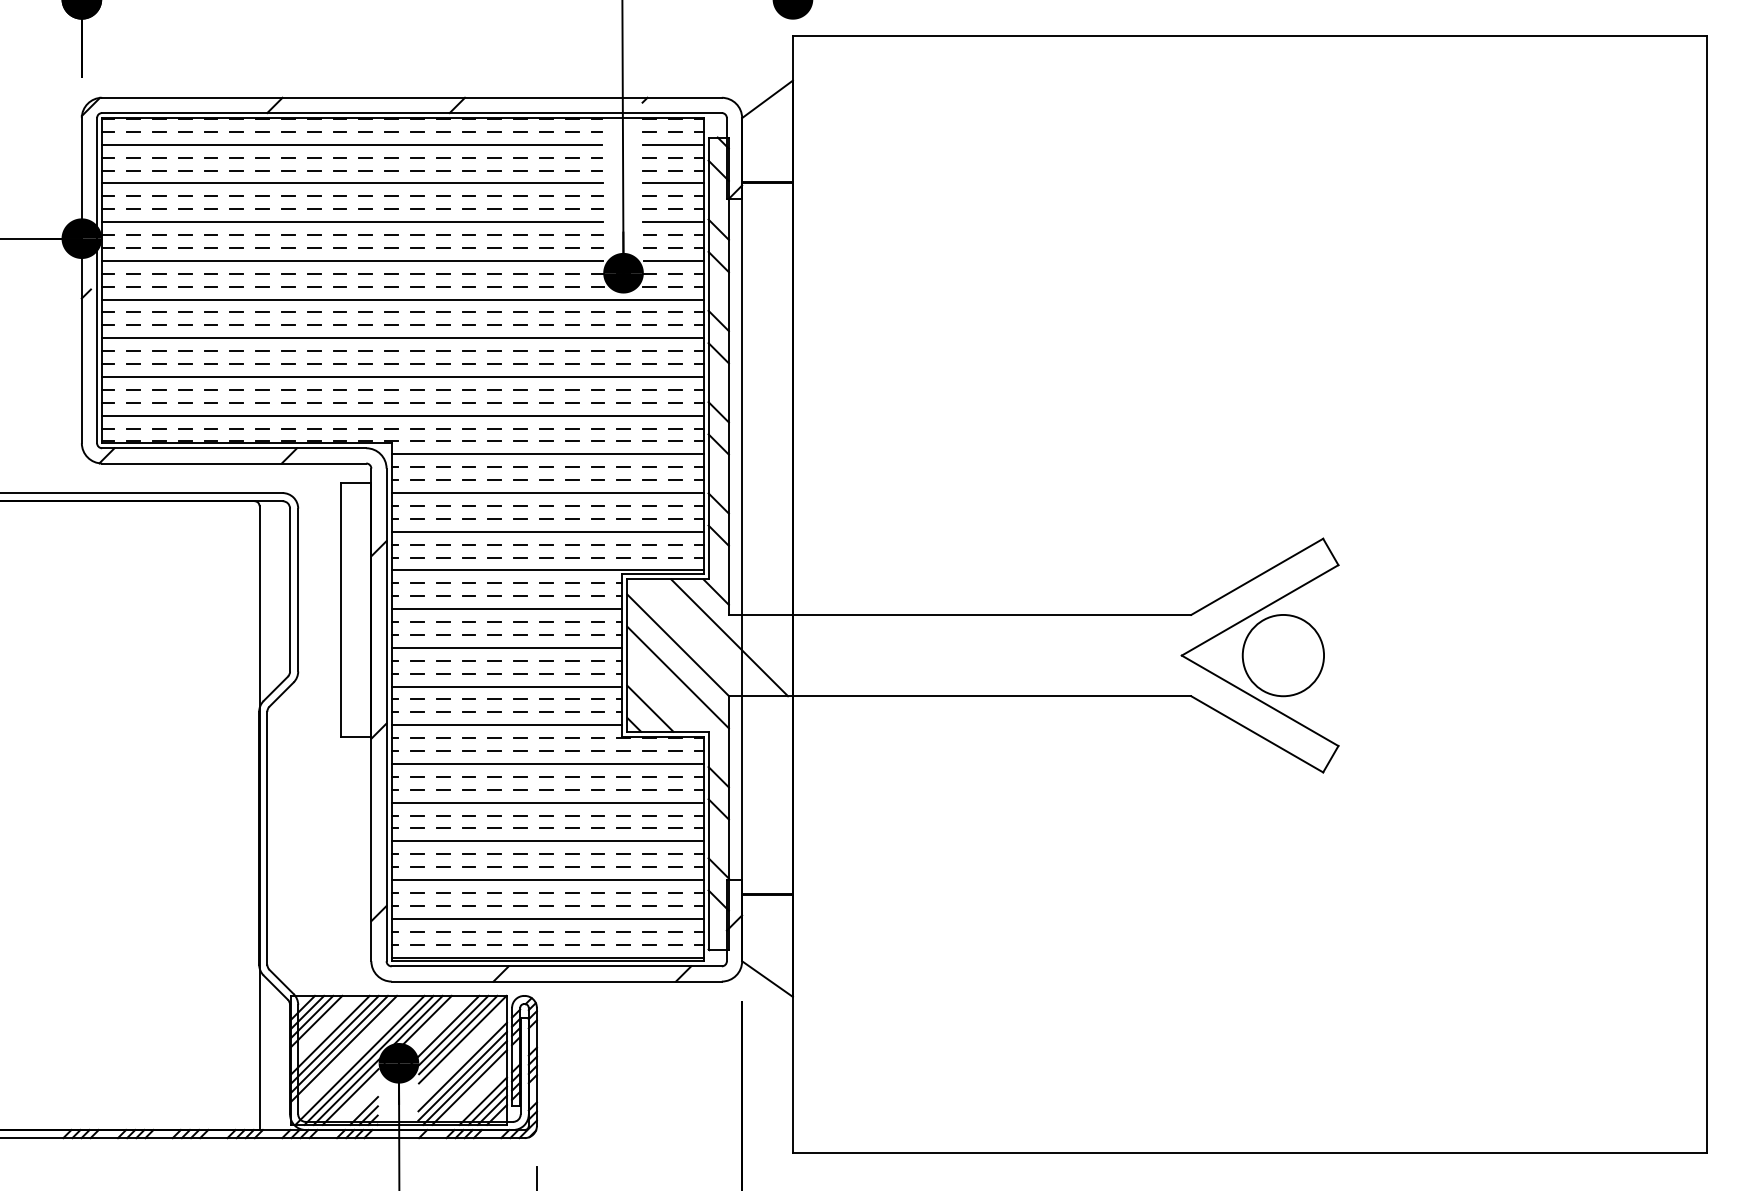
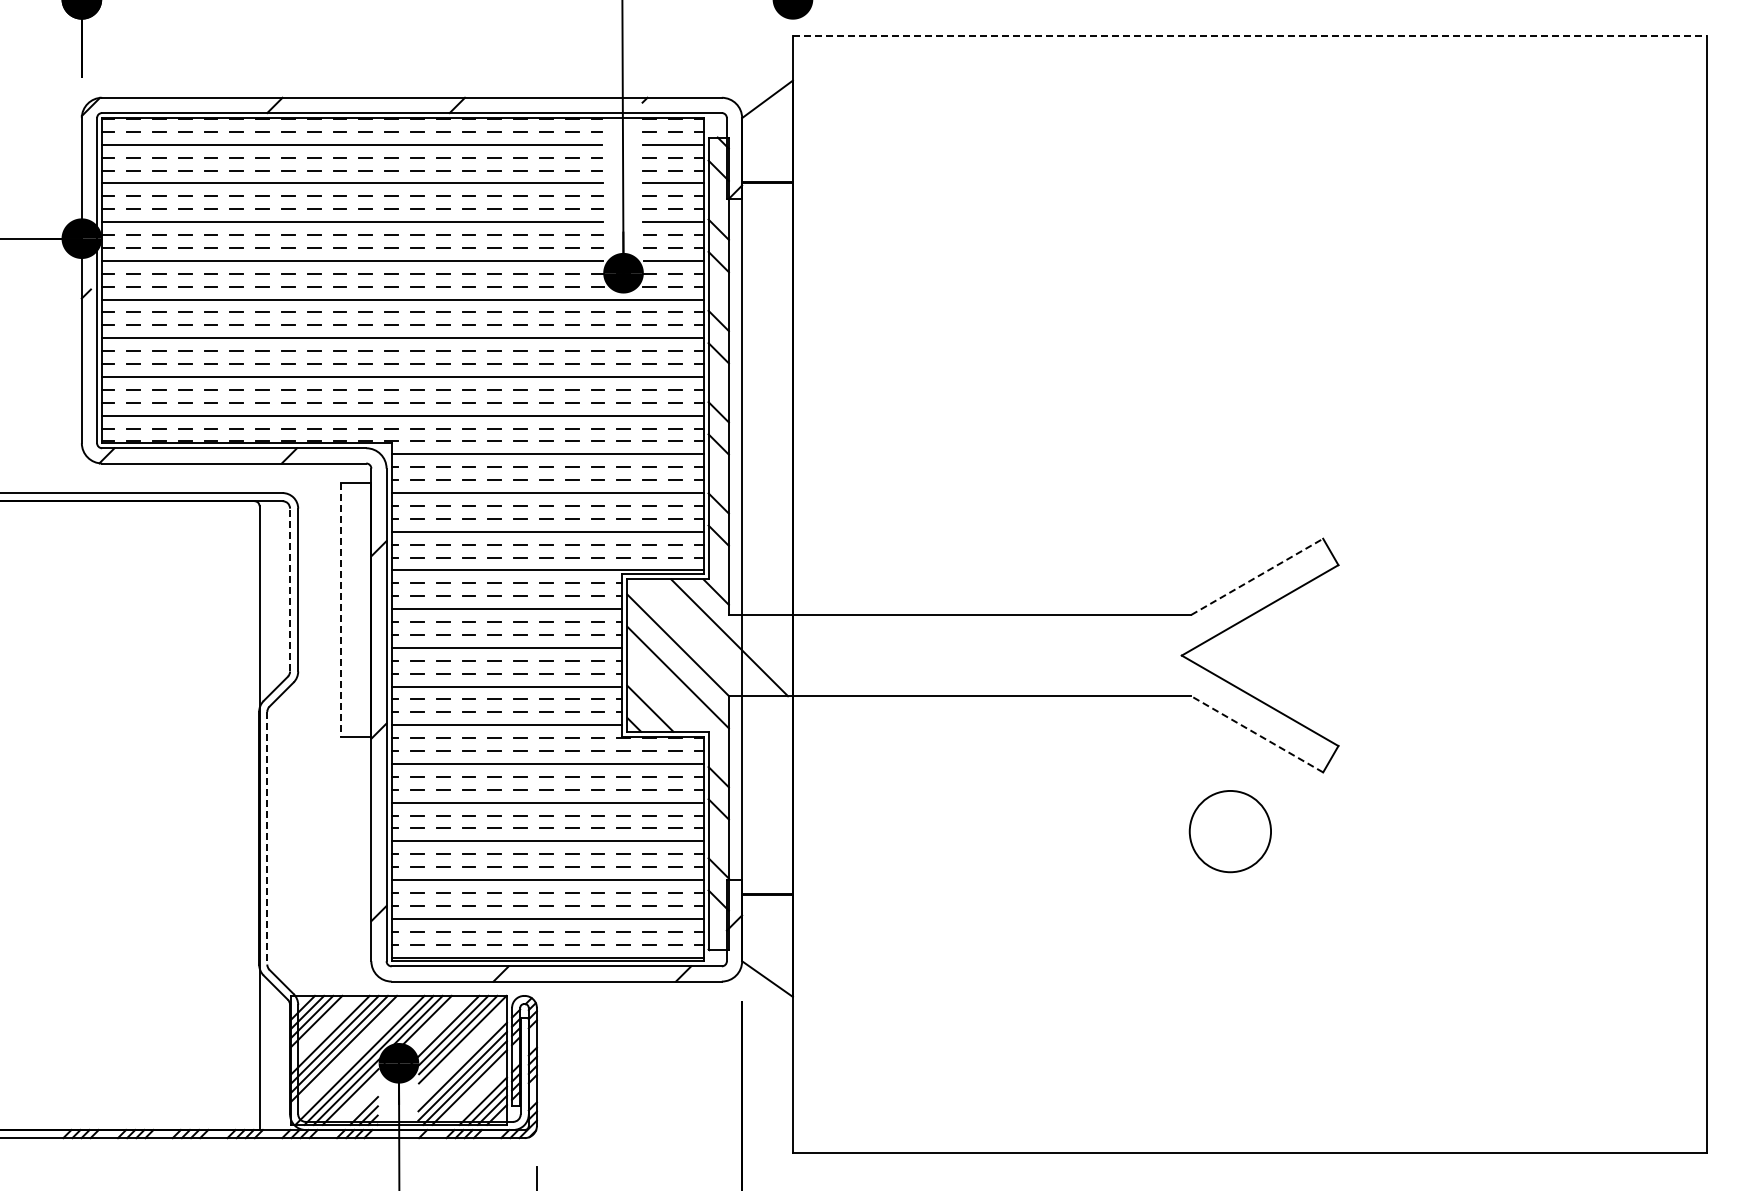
line at (1250, 35): solid -> dashed
line at (1257, 576): solid -> dashed
line at (290, 589): solid -> dashed
line at (340, 609): solid -> dashed
circle at (1282, 655) position: (1282, 655) -> (1229, 831)
line at (1256, 734): solid -> dashed
line at (267, 838): solid -> dashed
